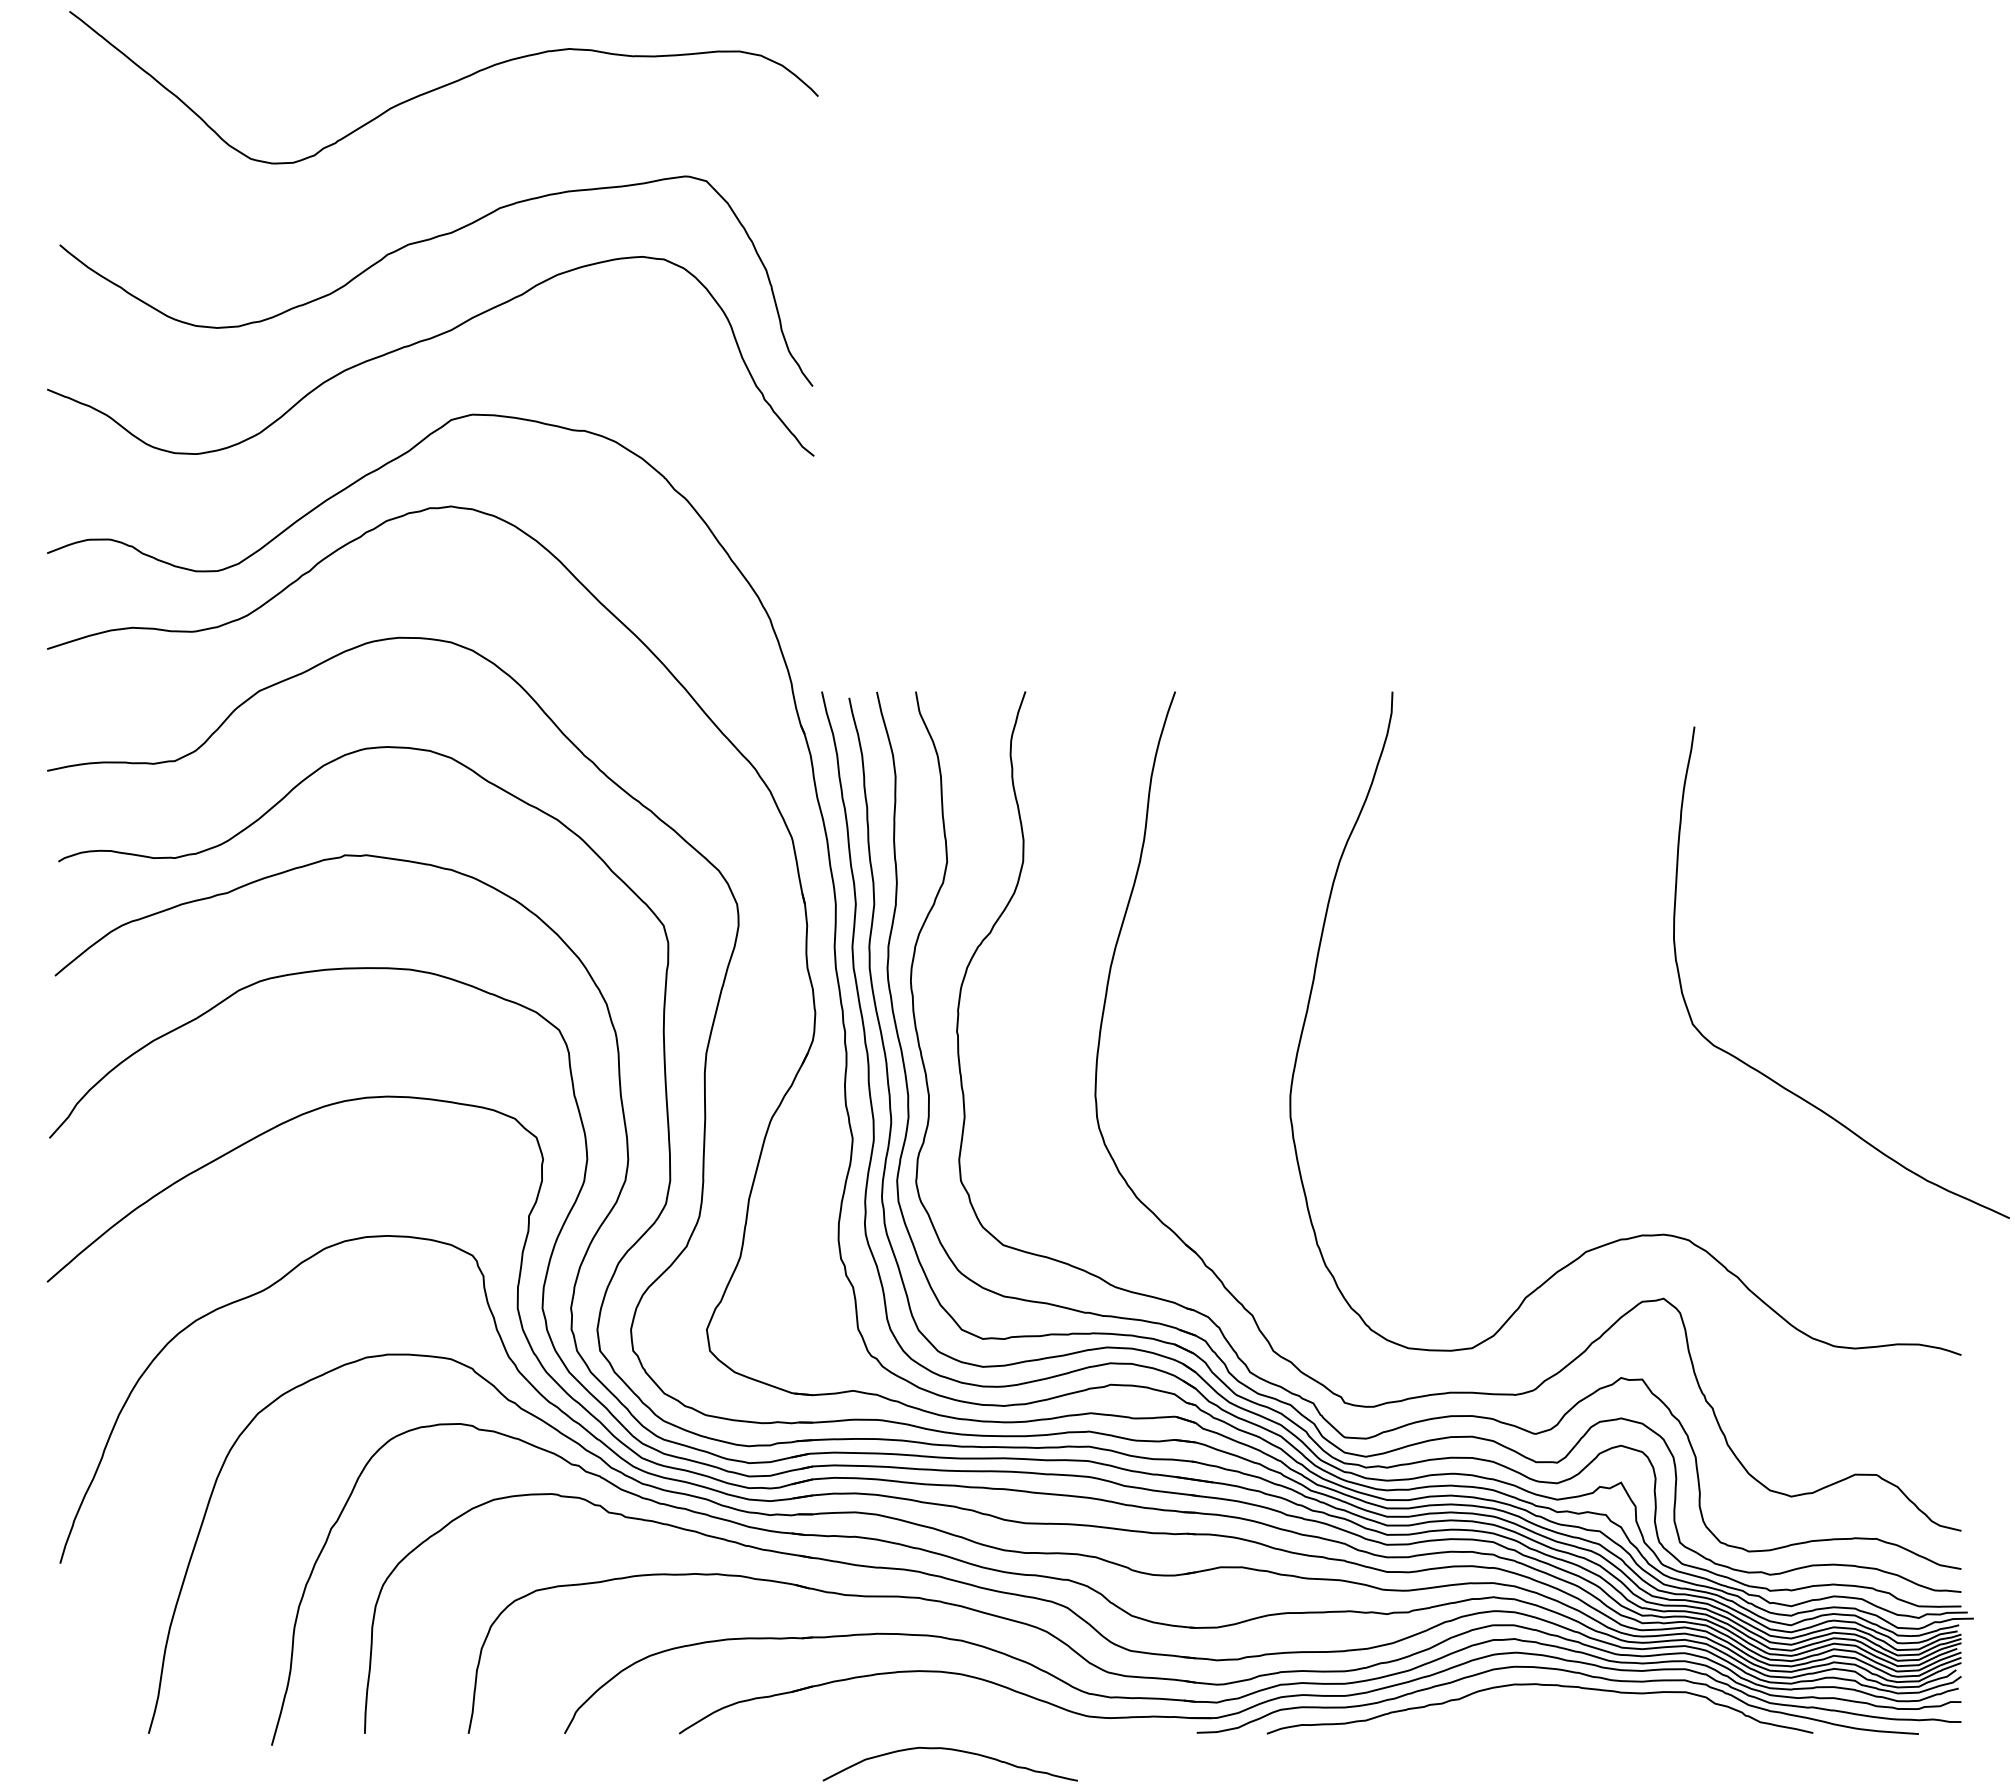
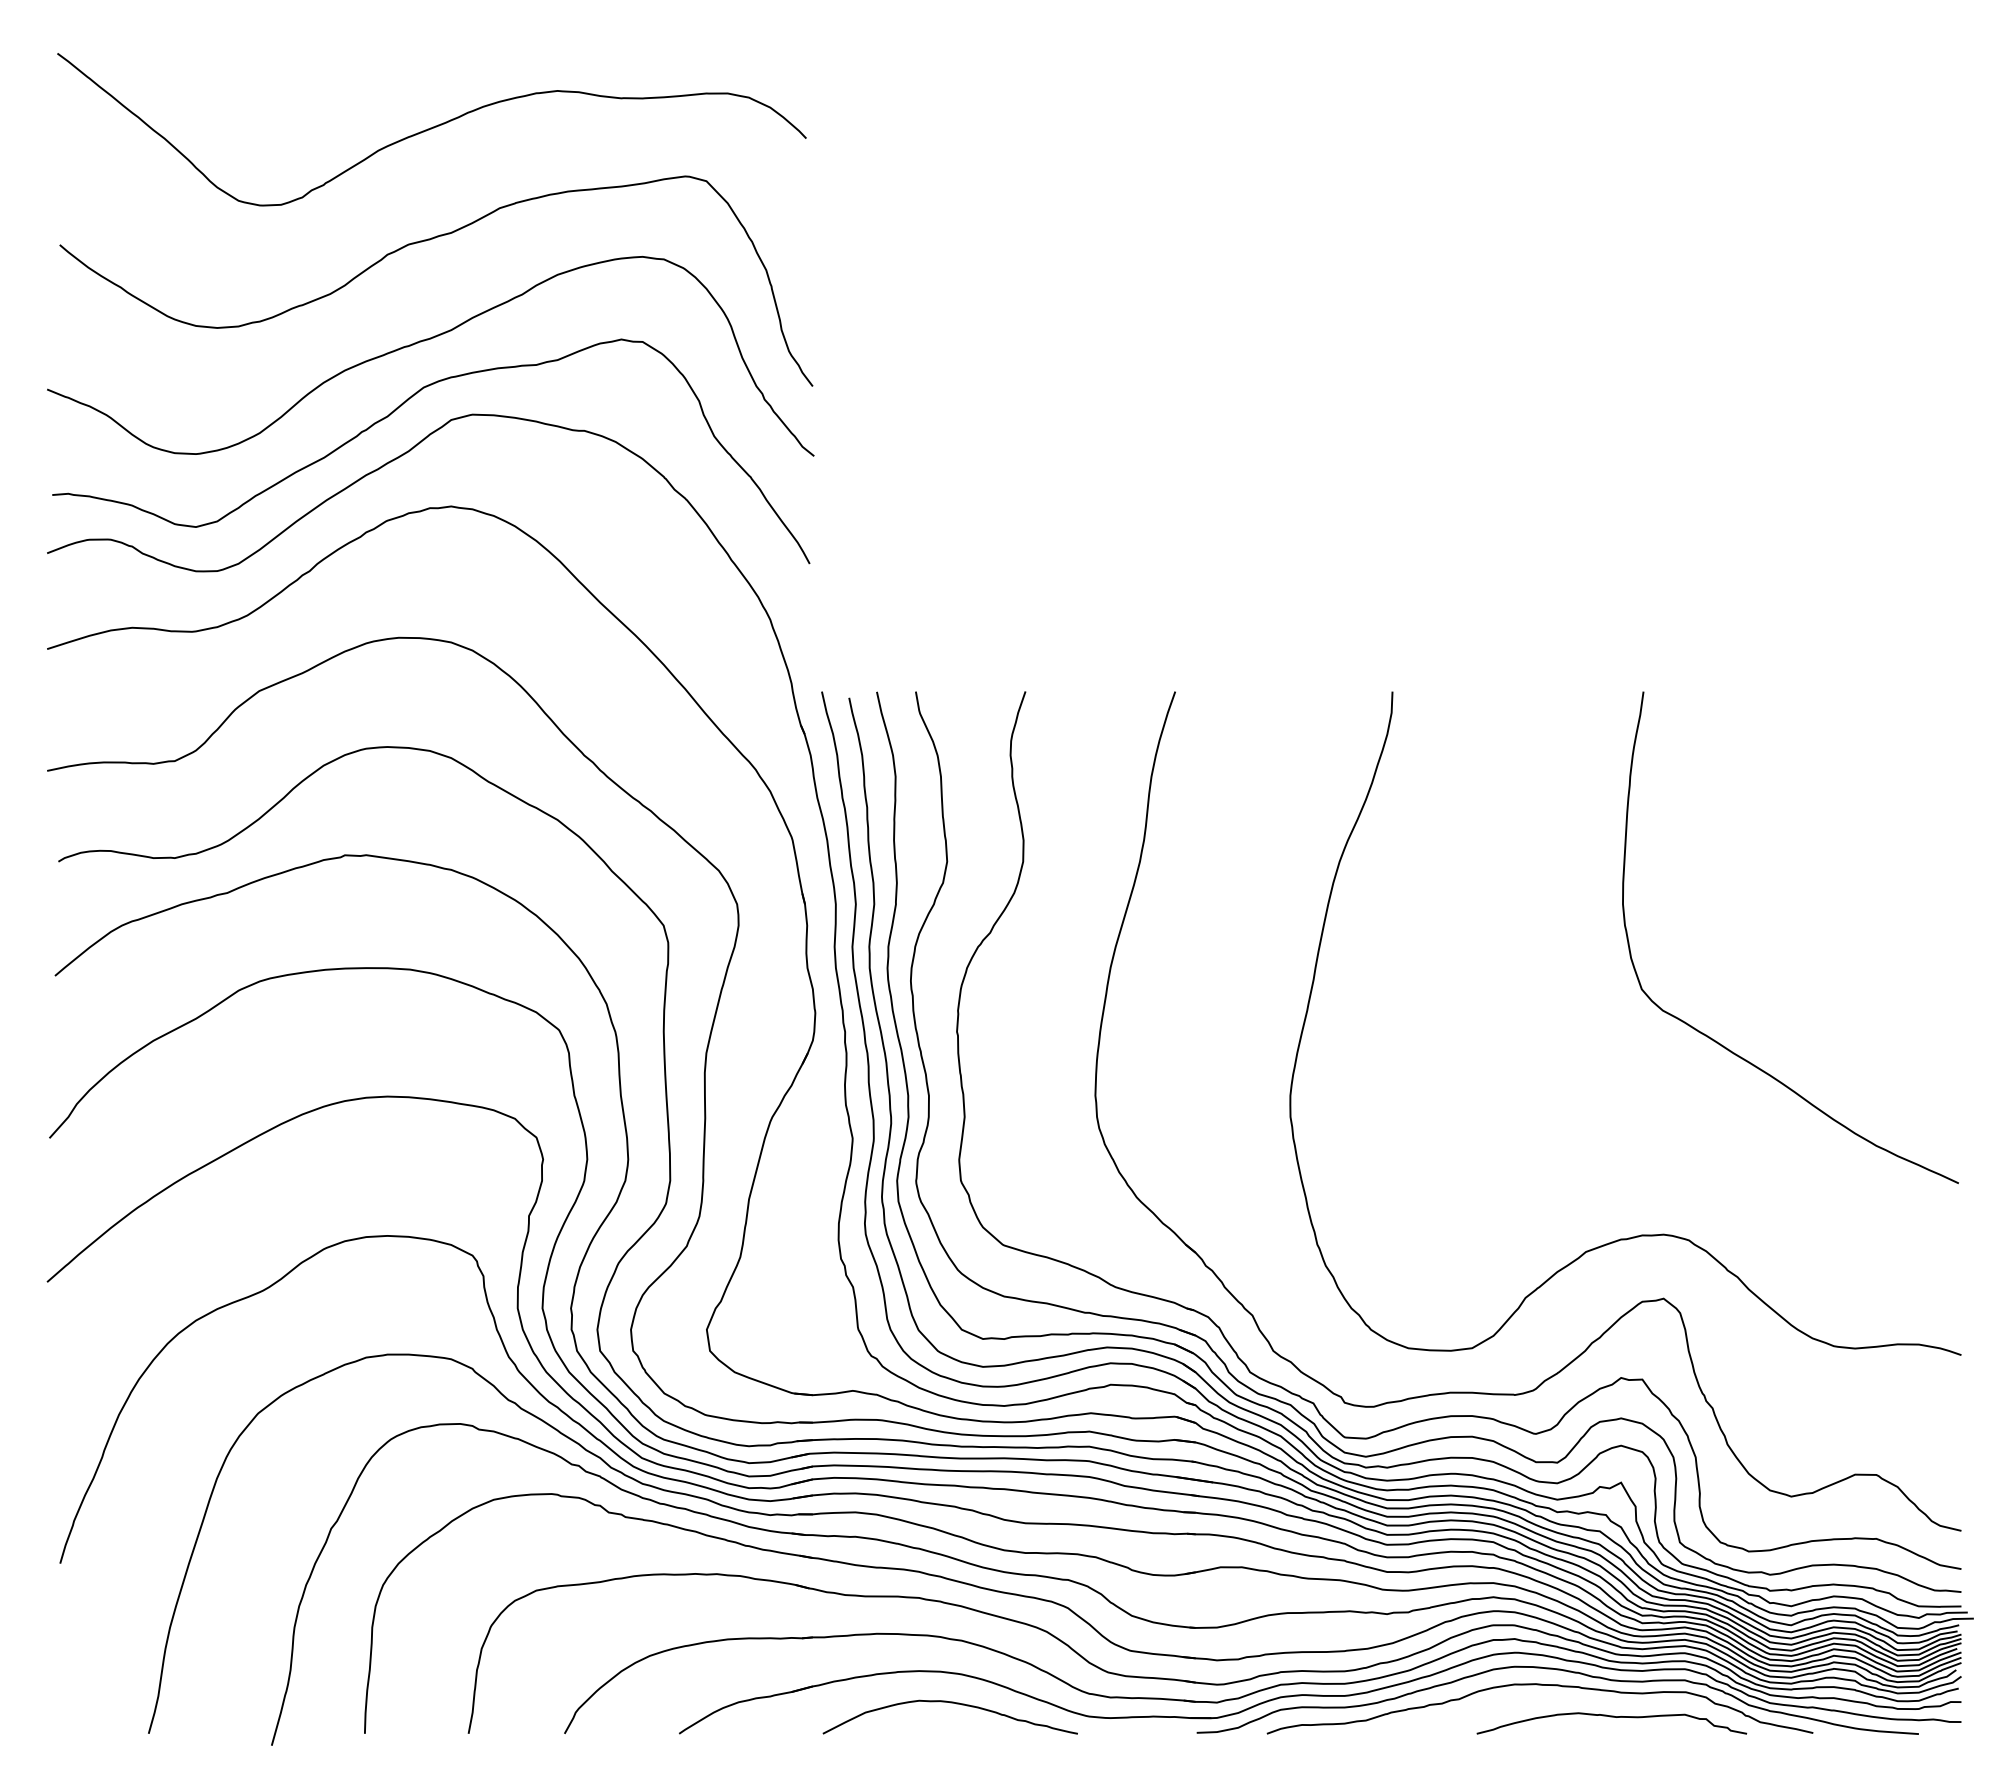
curve at (443, 87) position: (443, 87) -> (431, 129)
curve at (395, 411): none -> present
curve at (1770, 1077) position: (1770, 1077) -> (1719, 1042)
curve at (1611, 1717): none -> present
curve at (950, 1750) position: (950, 1750) -> (950, 1703)
